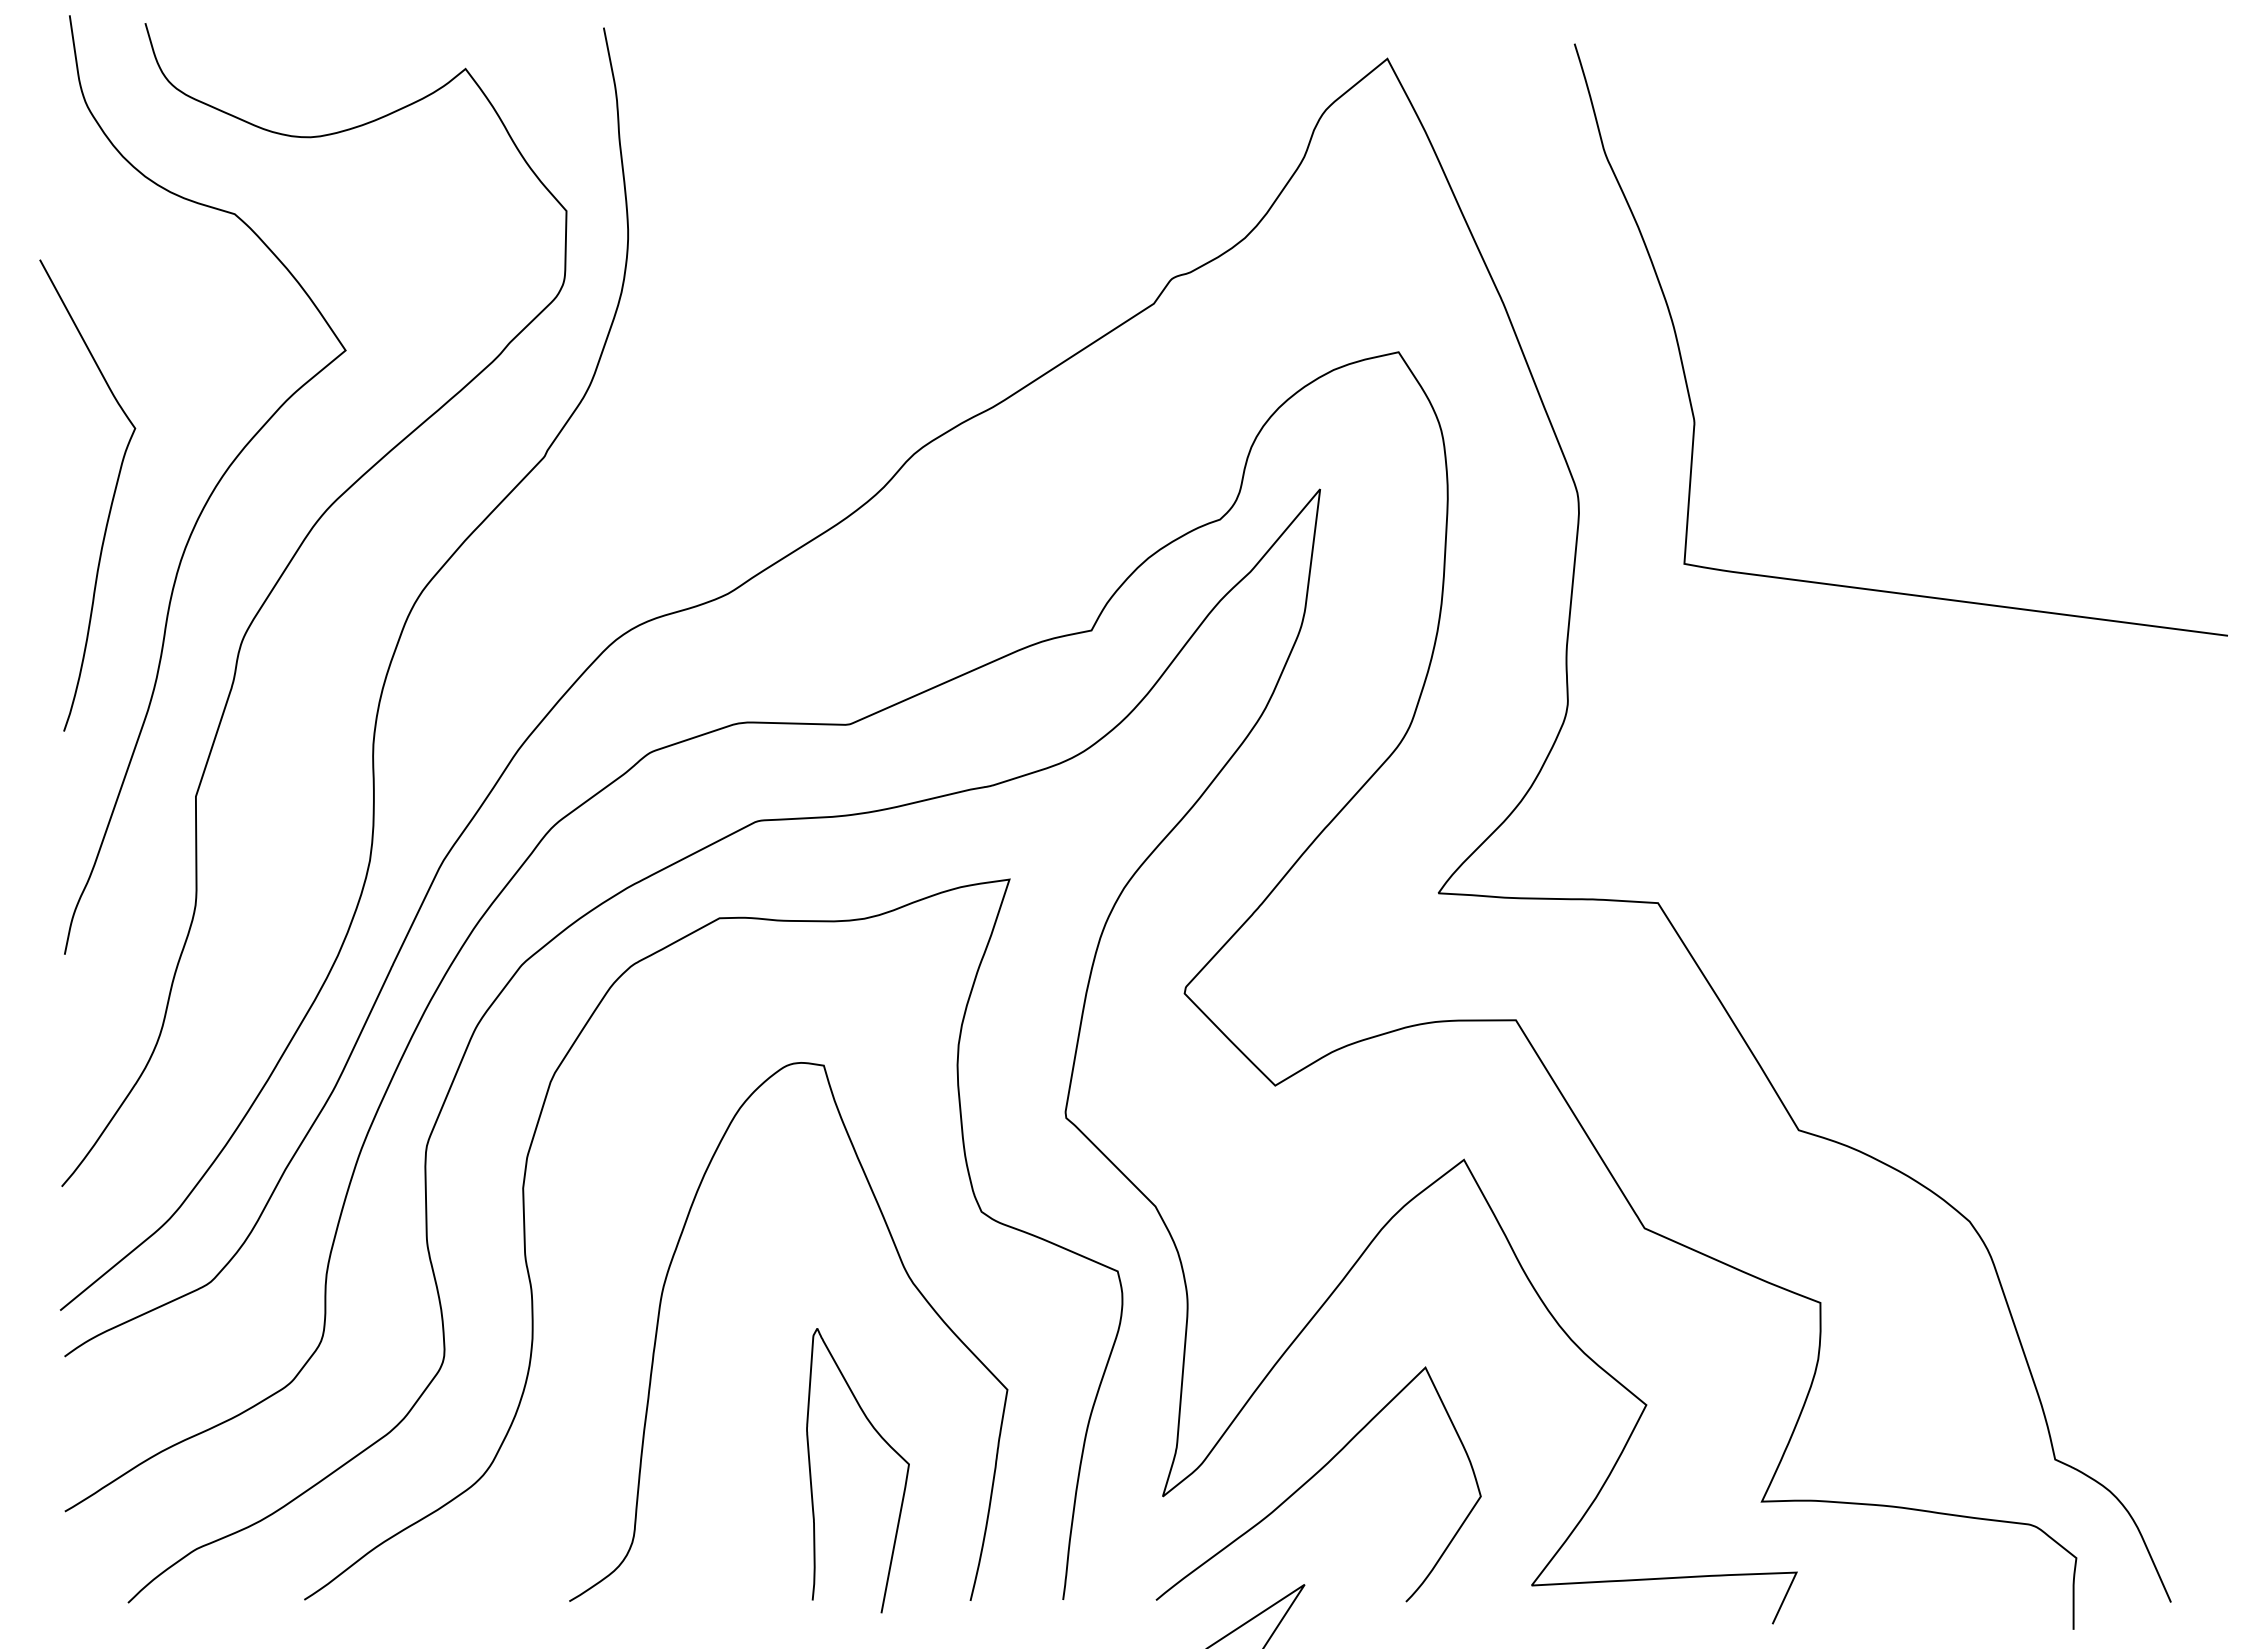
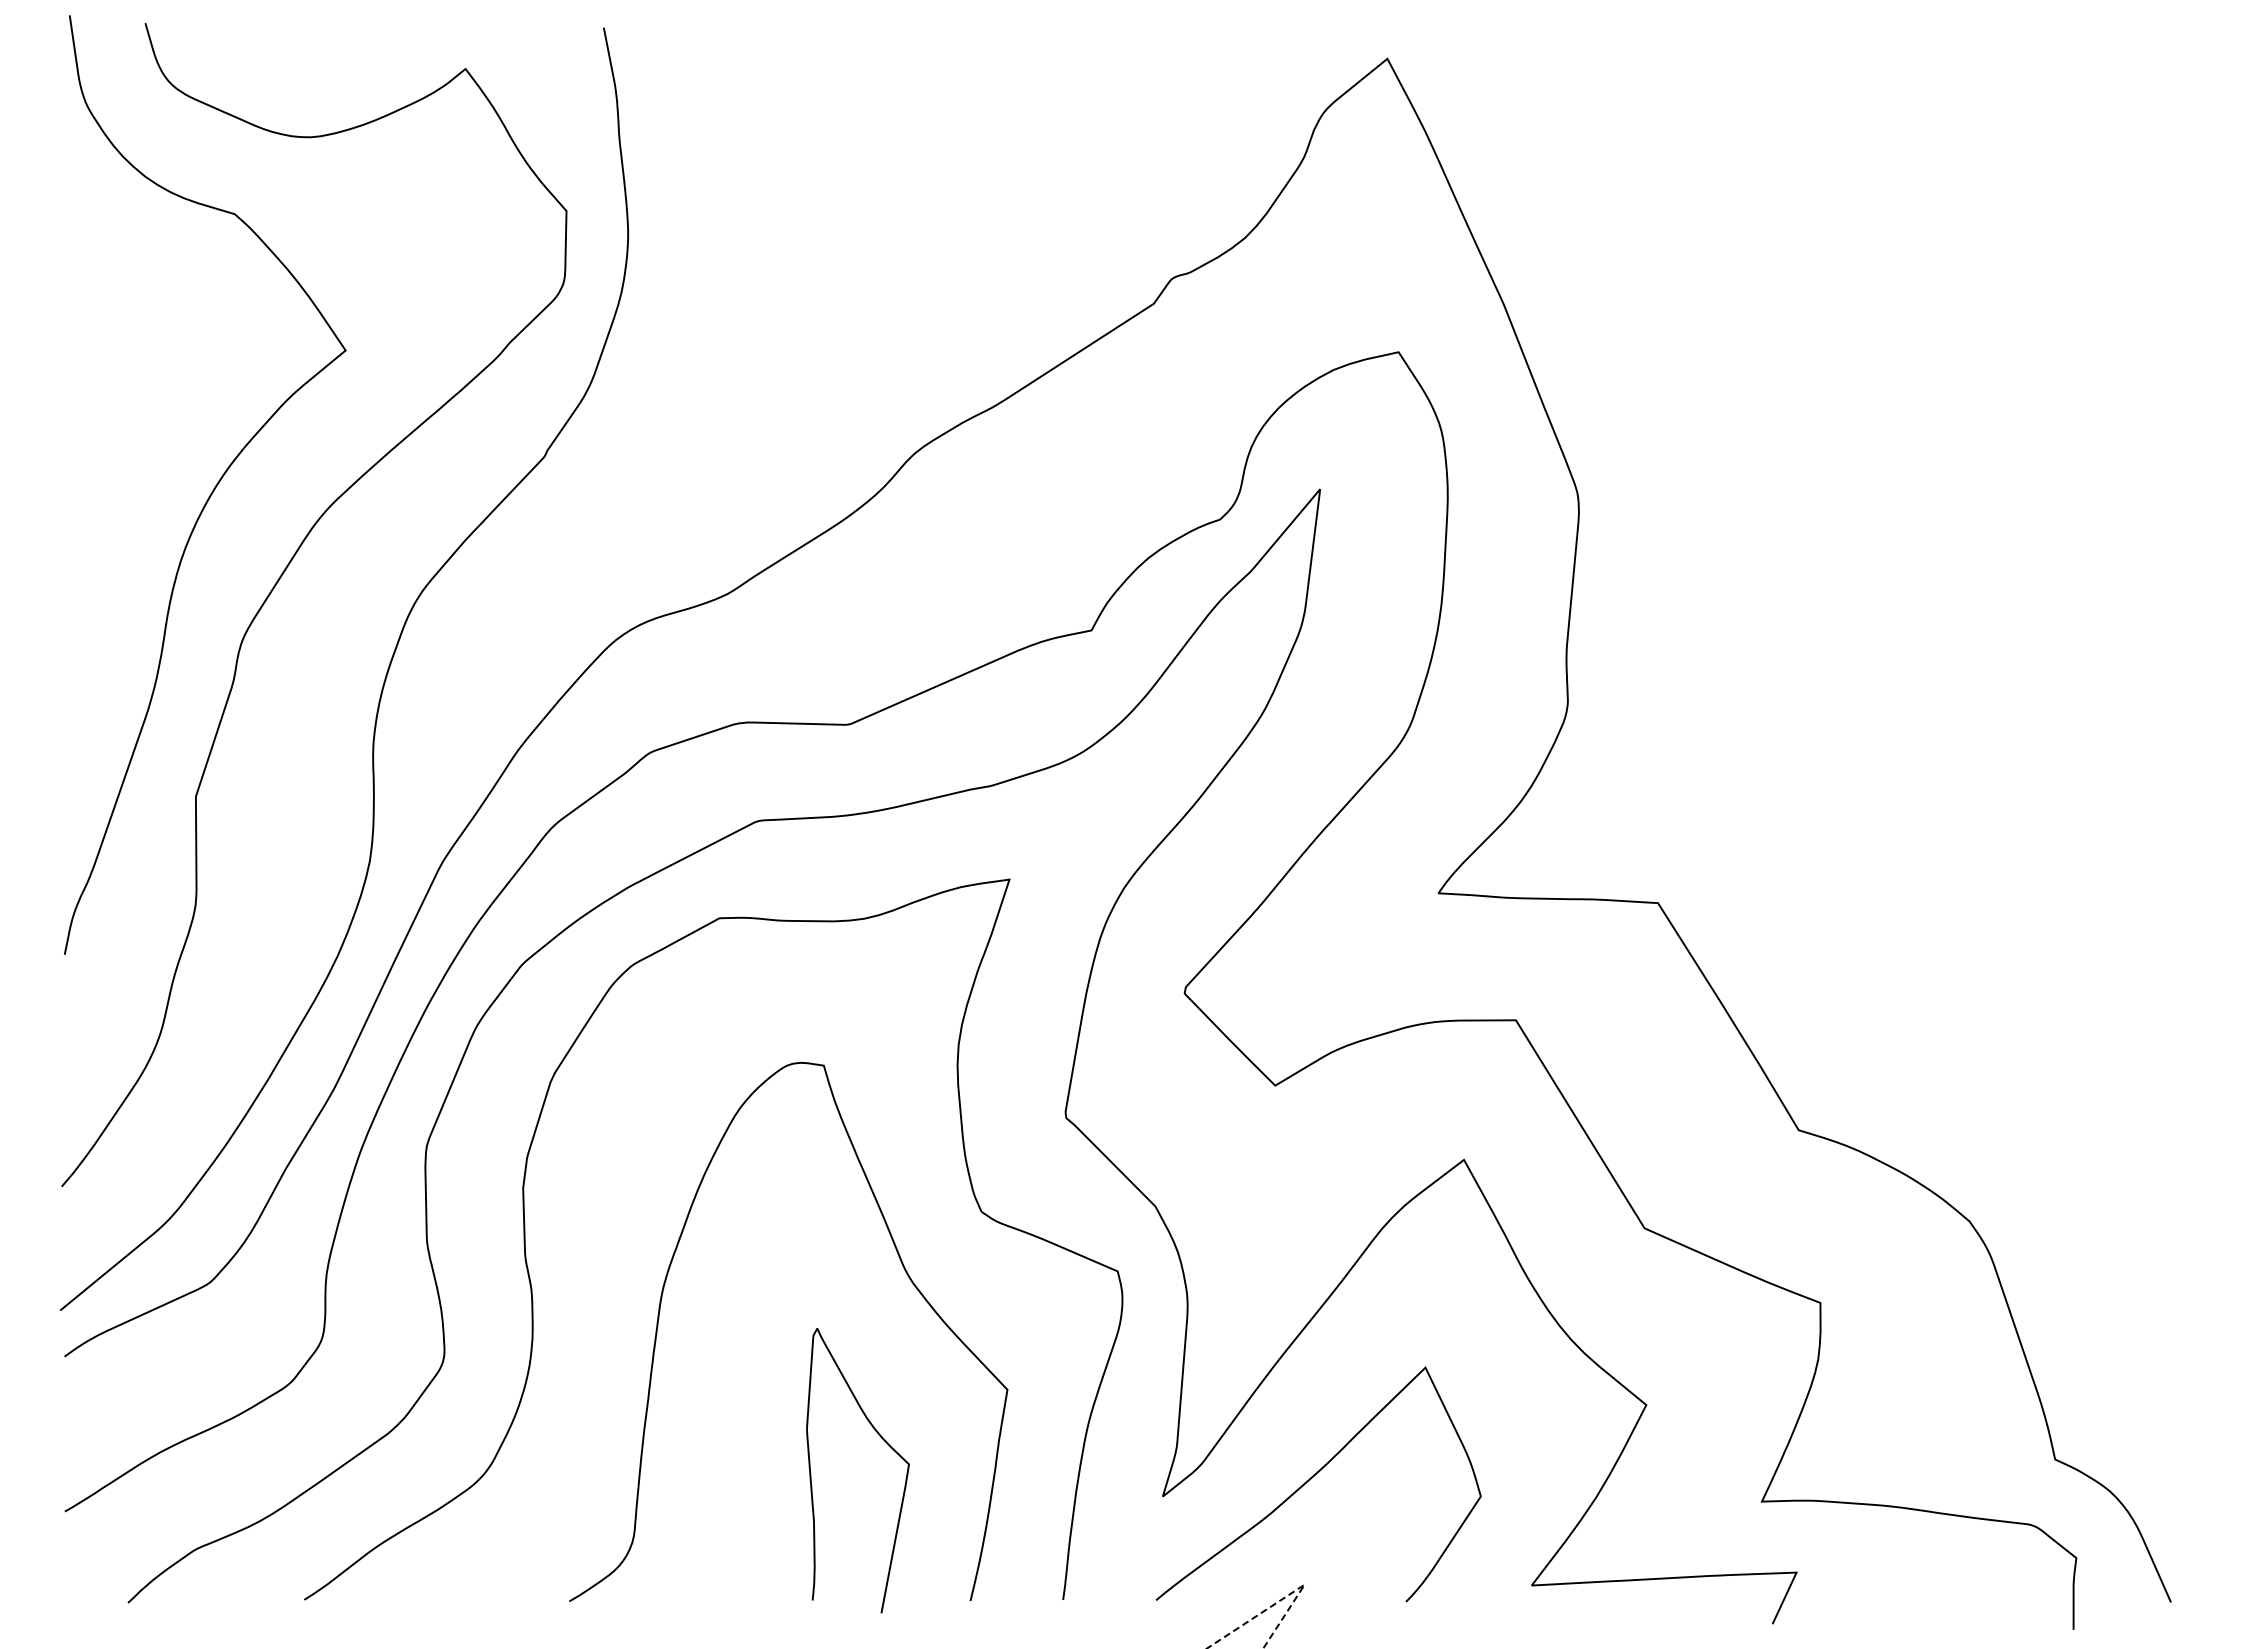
curve at (1687, 382): present -> none
curve at (111, 500): present -> none
line at (1288, 1595): solid -> dashed
